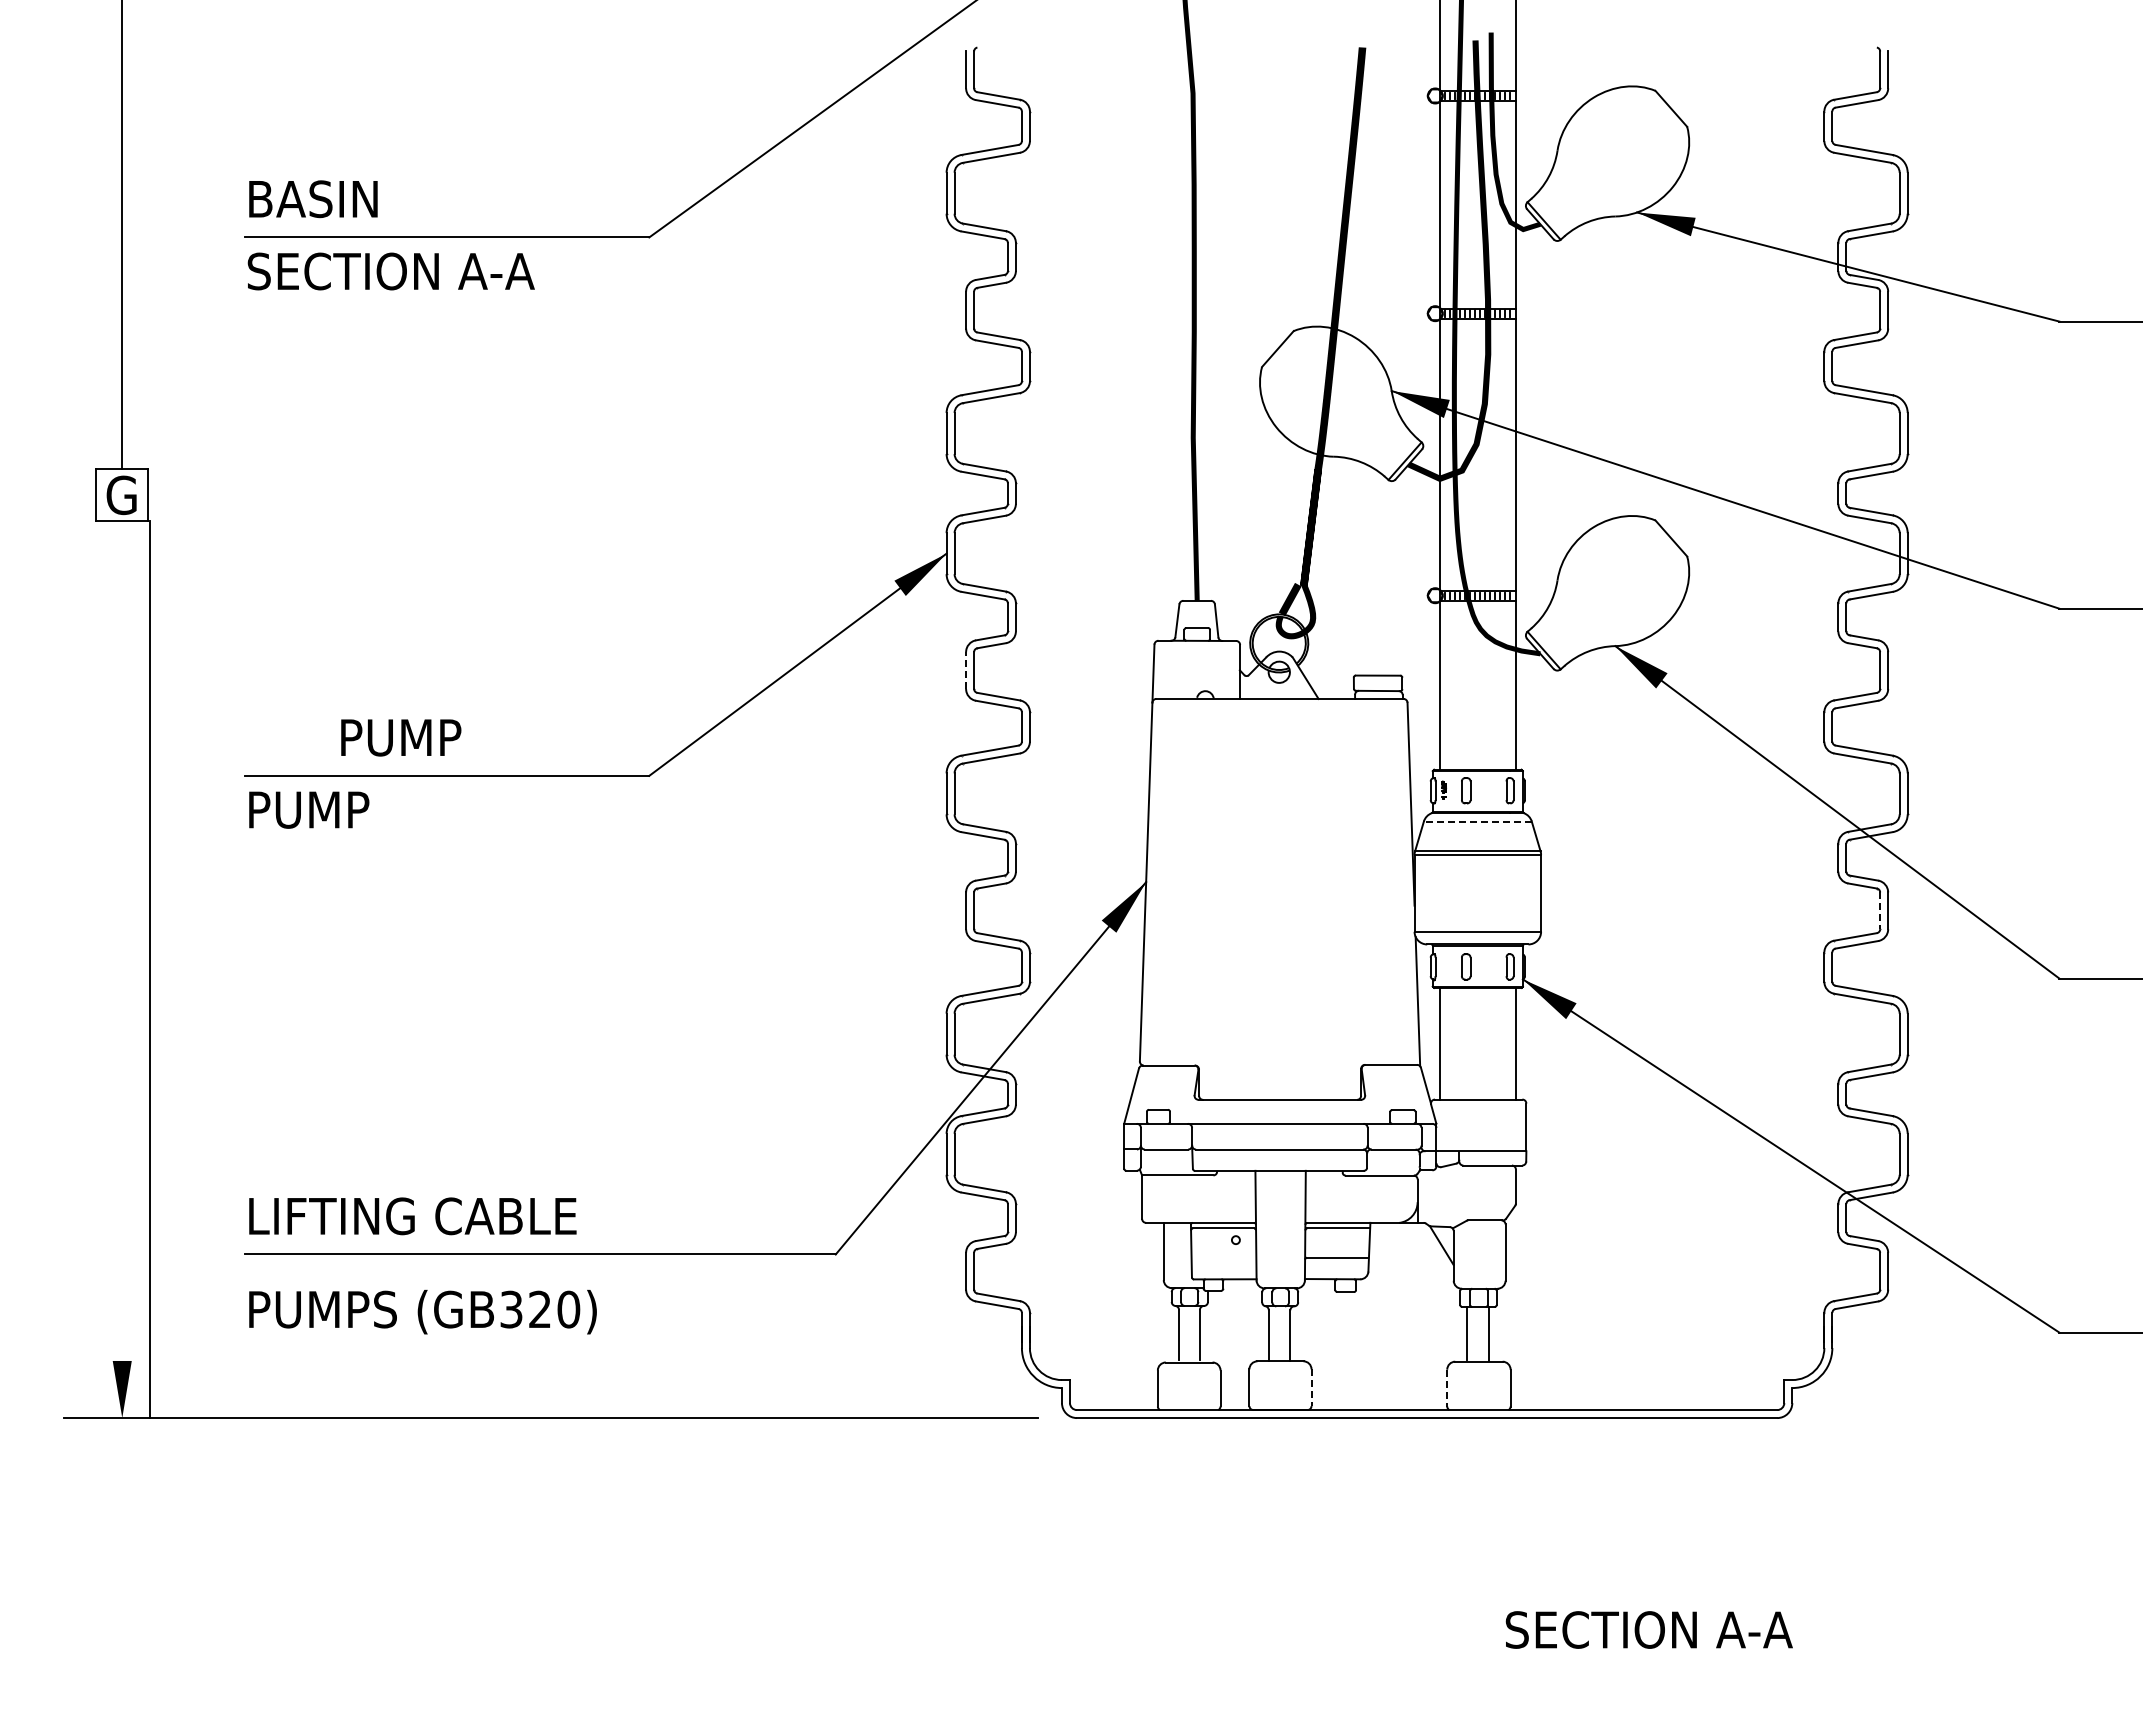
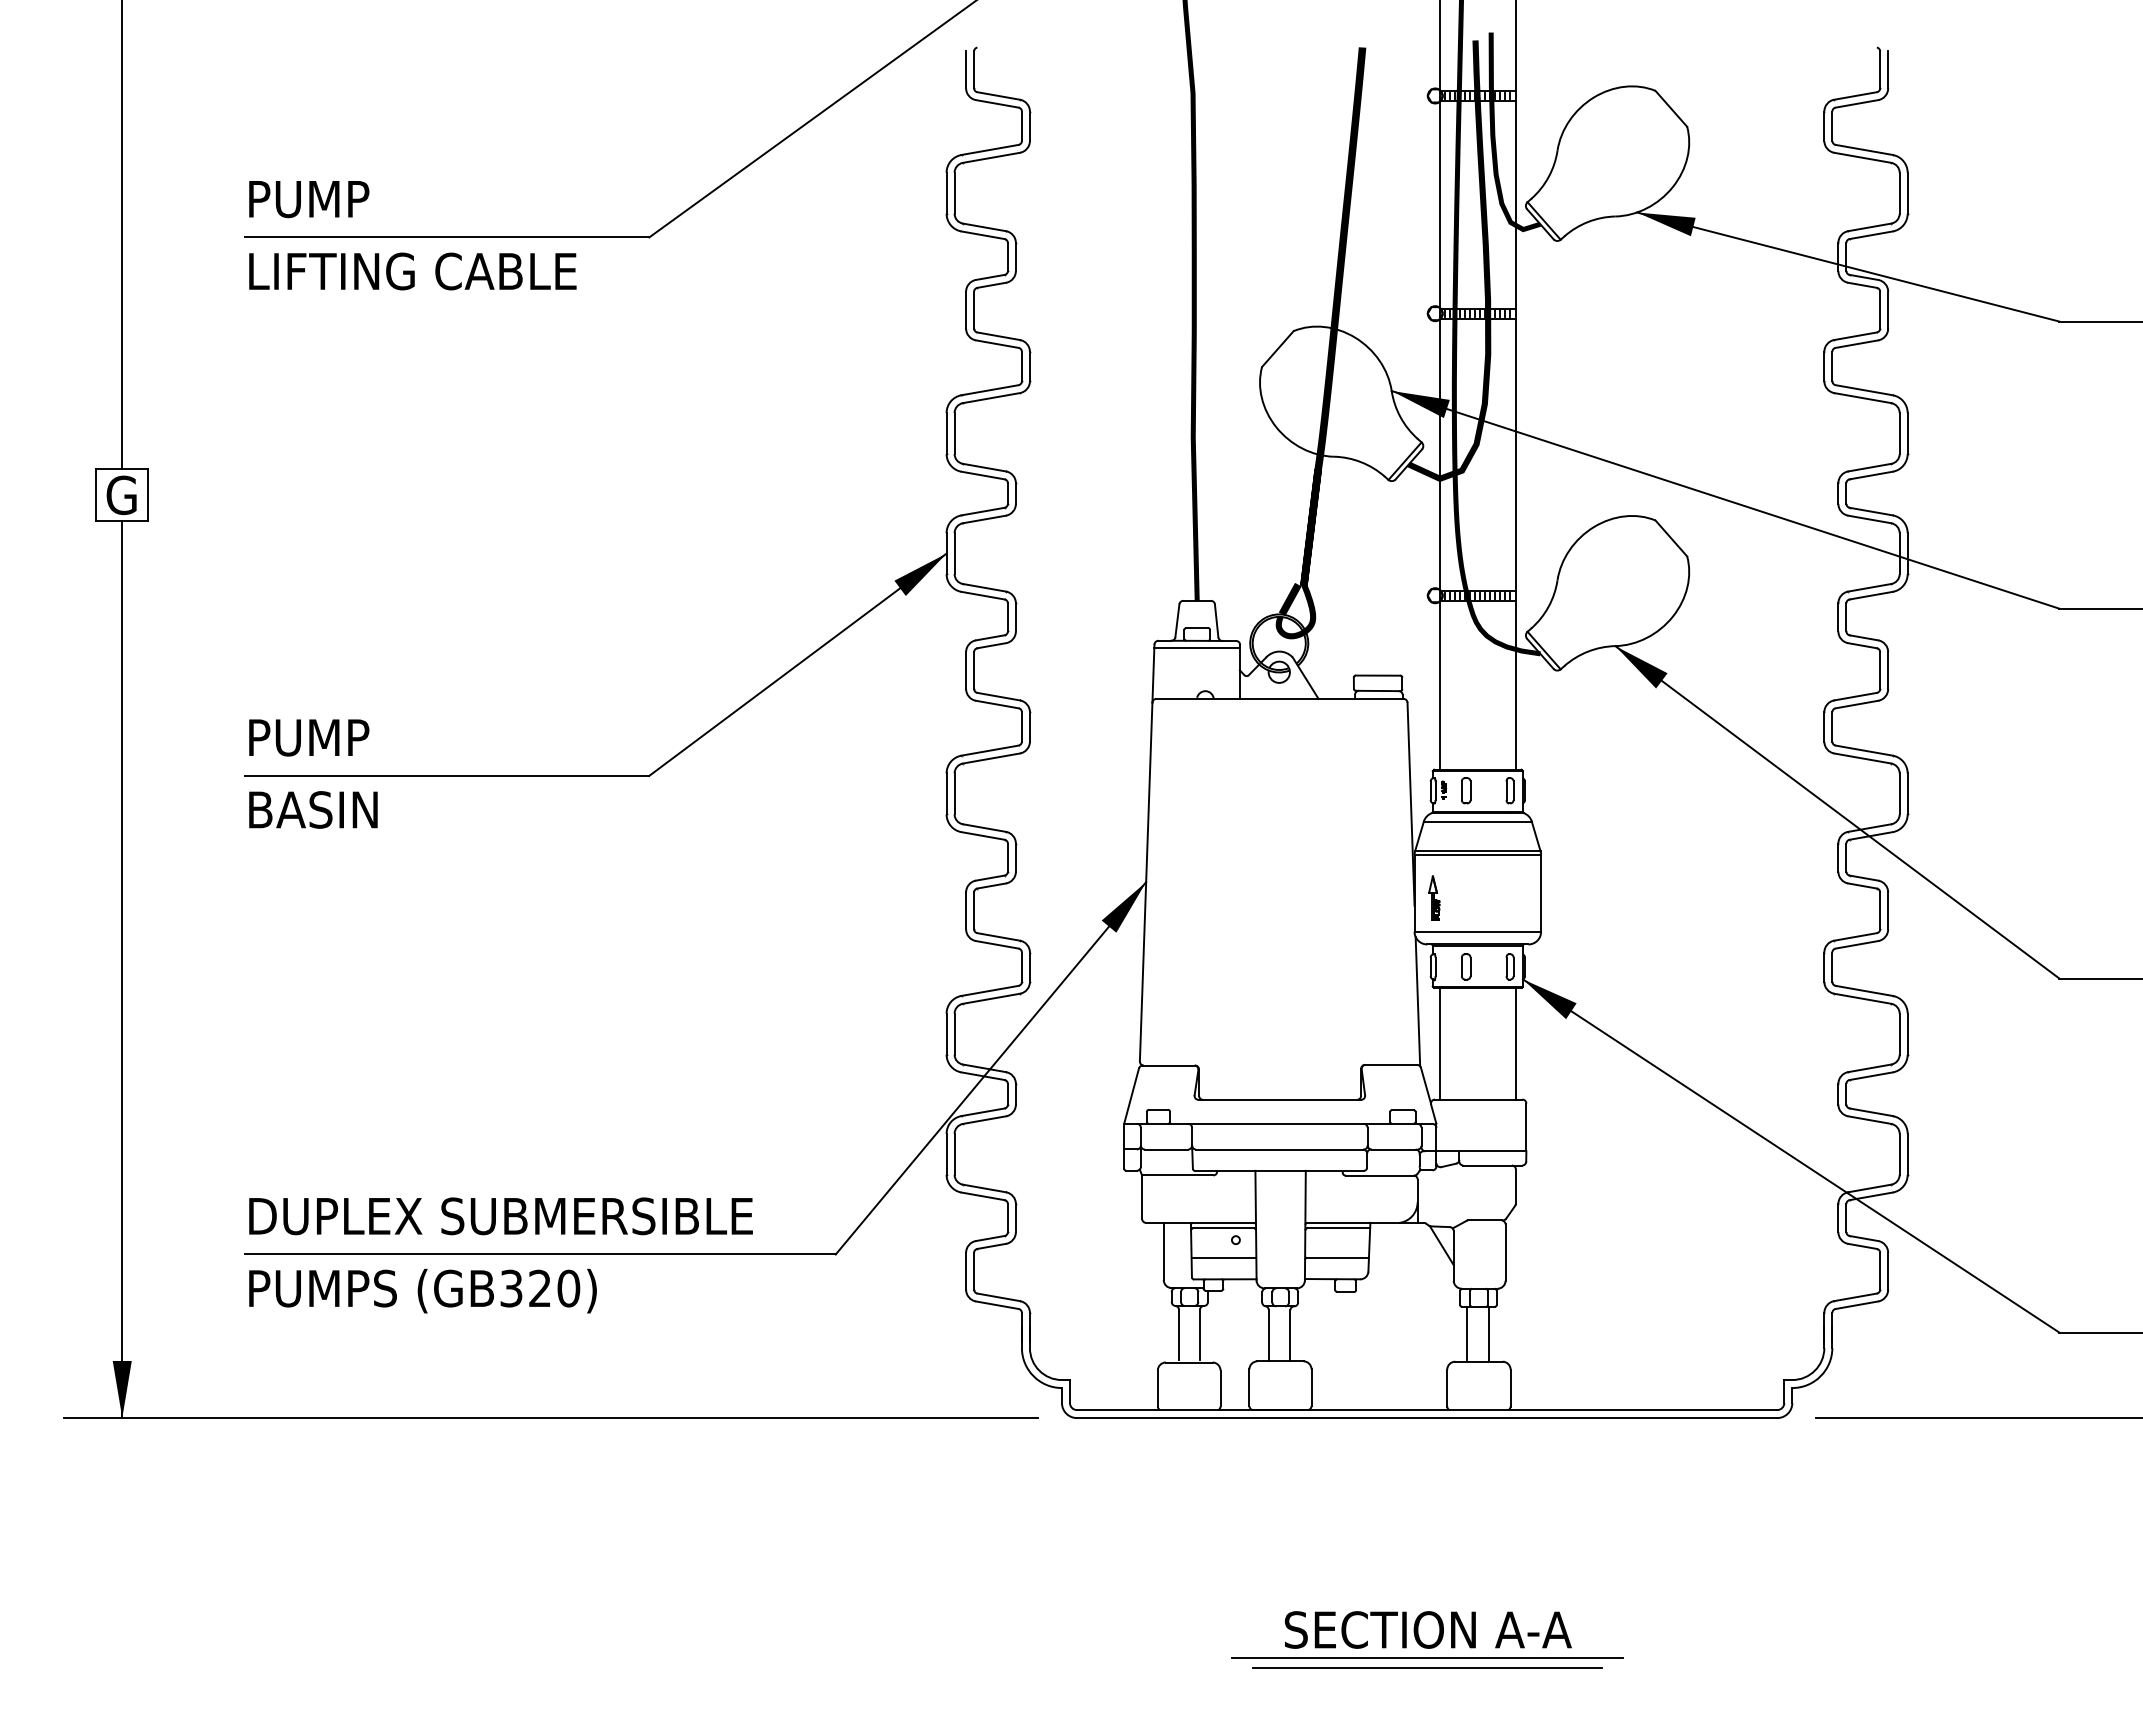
text at (315, 199): BASIN -> PUMP
text at (411, 271): SECTION A-A -> LIFTING CABLE
line at (1197, 648): none -> present
line at (966, 670): dashed -> solid
text at (401, 737) position: (401, 737) -> (309, 737)
text at (315, 809): PUMP -> BASIN
line at (1477, 821): dashed -> solid
part at (1434, 897): none -> present
line at (1880, 911): dashed -> solid
line at (150, 969) position: (150, 969) -> (122, 969)
text at (502, 1216): LIFTING CABLE -> DUPLEX SUBMERSIBLE
line at (1224, 1257): none -> present
text at (422, 1311) position: (422, 1311) -> (422, 1290)
line at (1311, 1388): dashed -> solid
line at (1447, 1388): dashed -> solid
line at (1977, 1418): none -> present
text at (1648, 1629) position: (1648, 1629) -> (1427, 1629)
line at (1426, 1658): none -> present
line at (1426, 1667): none -> present
